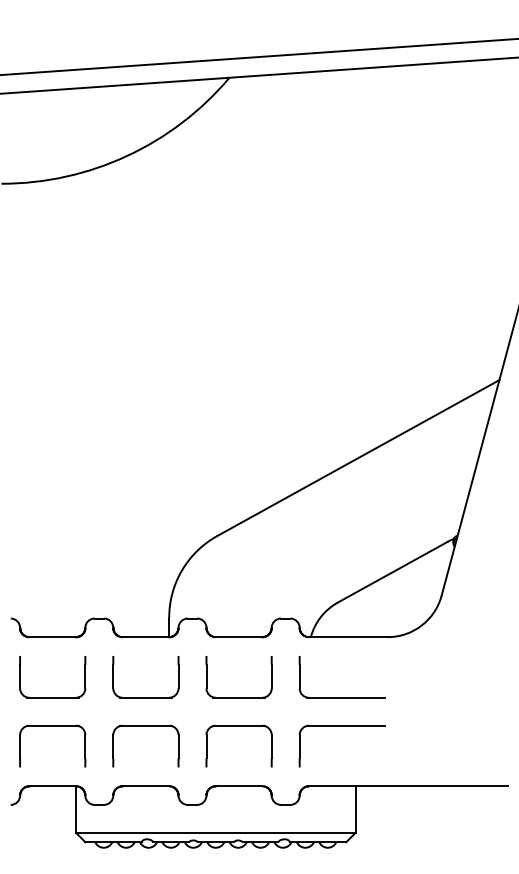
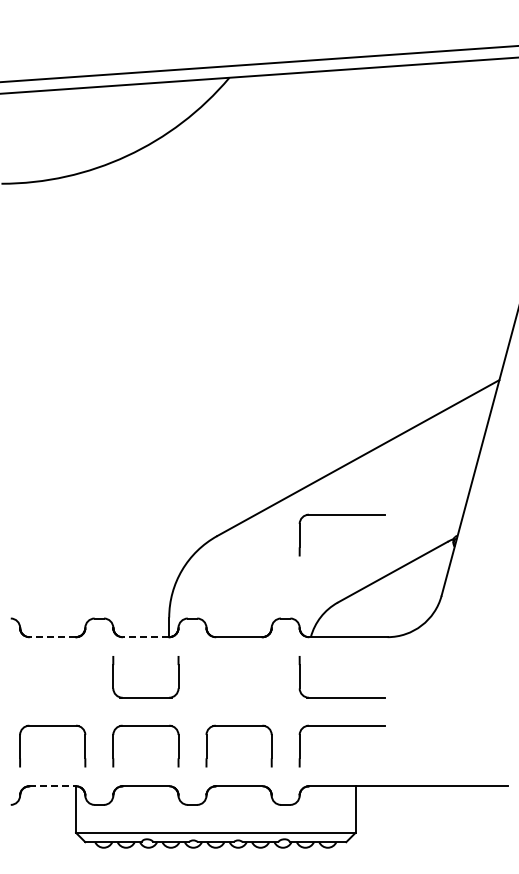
line at (258, 57) position: (258, 57) -> (258, 64)
part at (341, 515): none -> present
line at (52, 637): solid -> dashed
line at (145, 637): solid -> dashed
part at (52, 697): present -> none
part at (238, 697): present -> none
line at (53, 786): solid -> dashed
